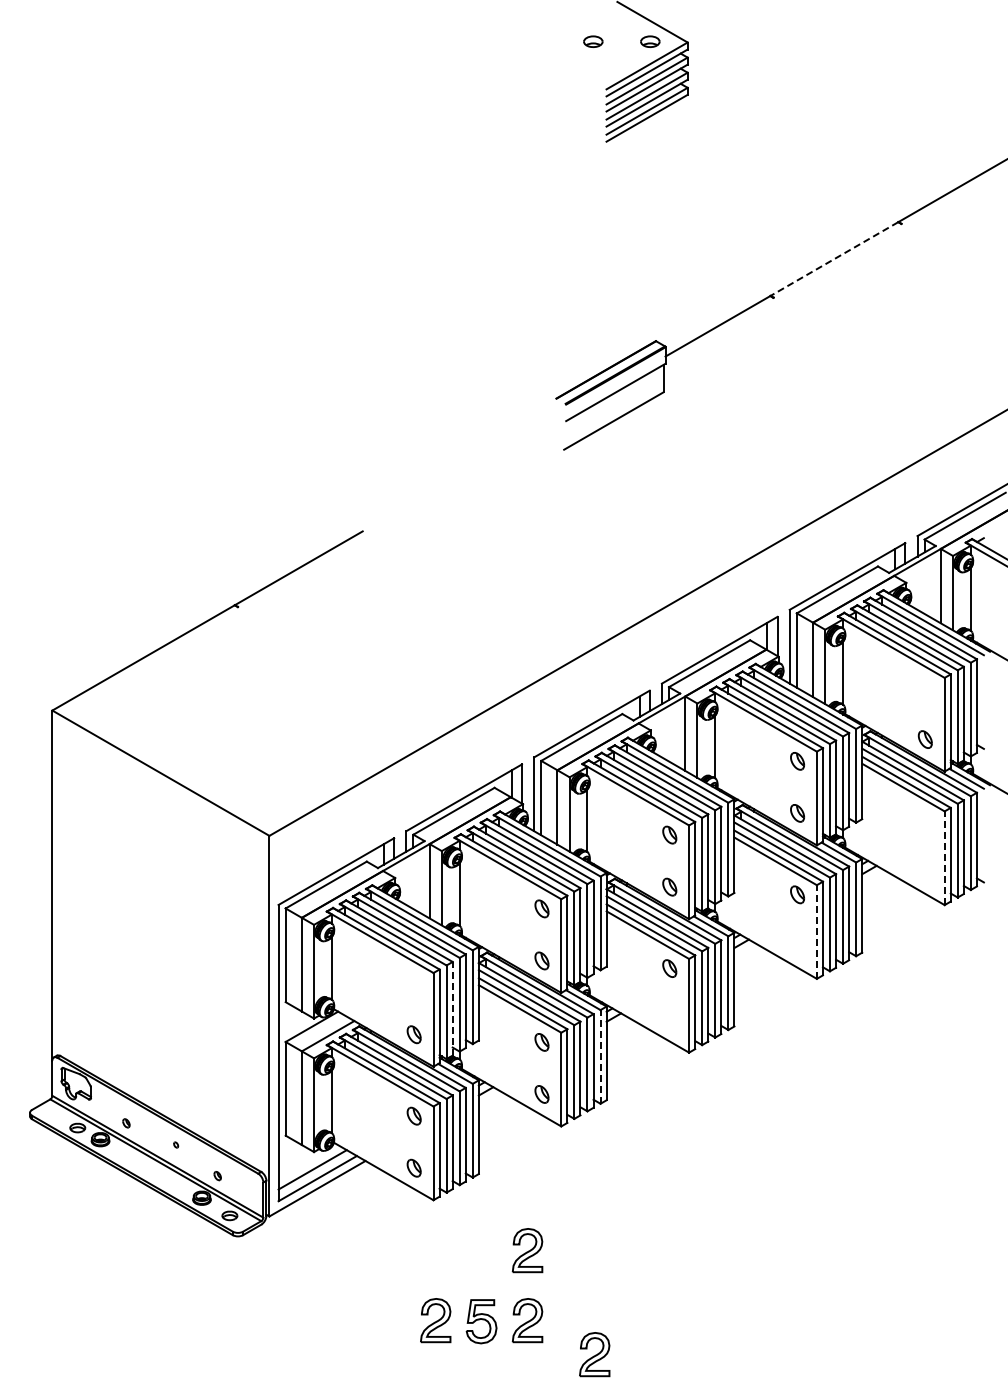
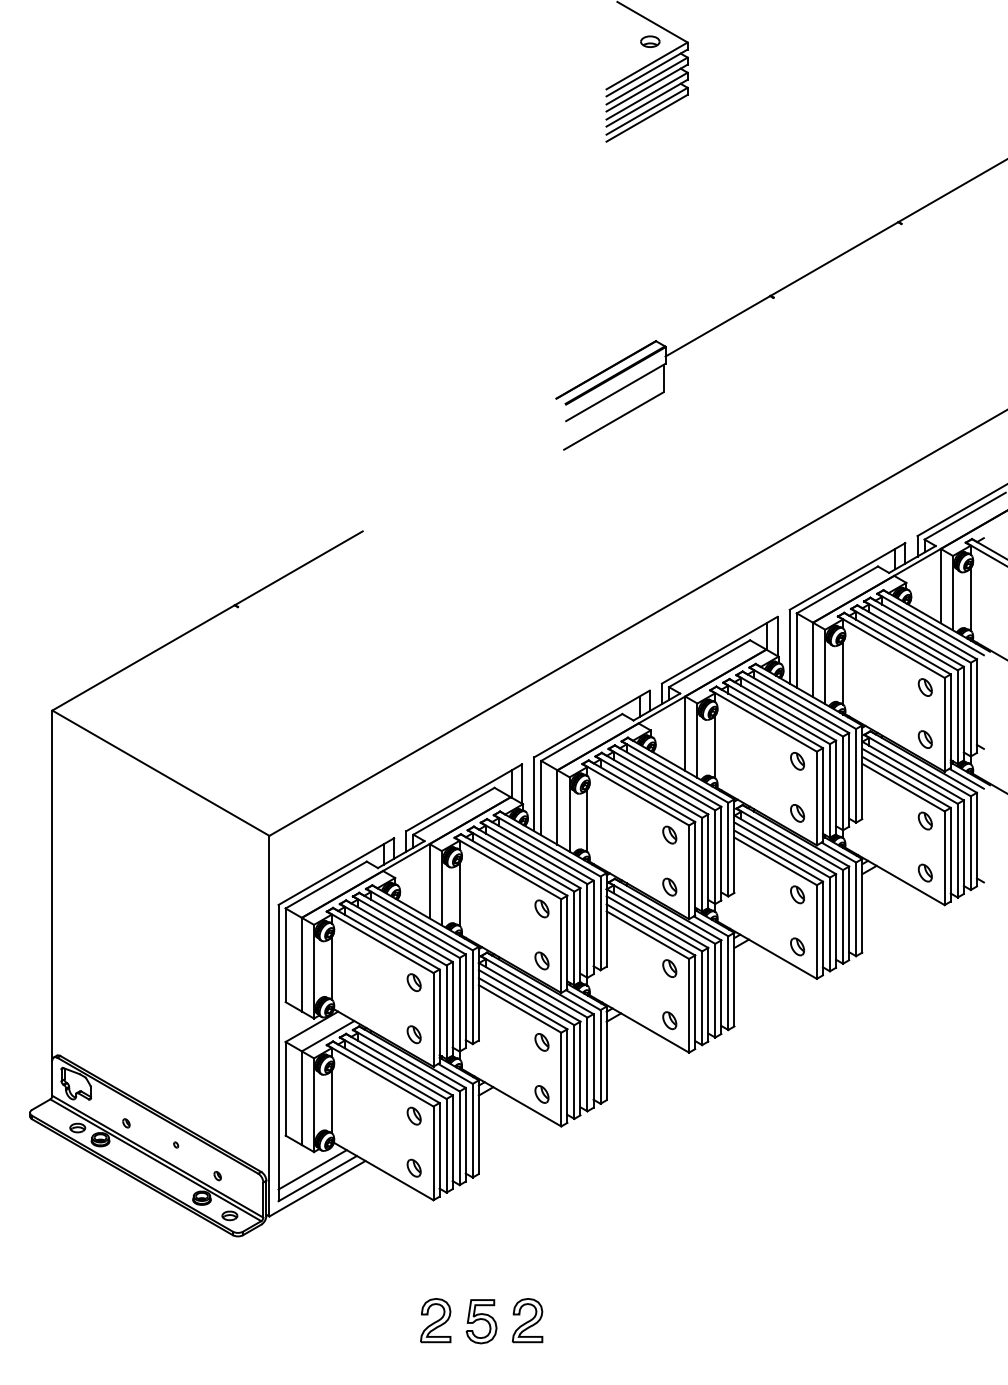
part at (593, 41): present -> none
line at (834, 259): dashed -> solid
part at (924, 687): none -> present
part at (924, 820): none -> present
line at (944, 858): dashed -> solid
part at (924, 872): none -> present
line at (816, 932): dashed -> solid
part at (797, 946): none -> present
part at (413, 982): none -> present
line at (452, 1008): dashed -> solid
part at (669, 1020): none -> present
line at (600, 1056): dashed -> solid
part at (527, 1250): present -> none
part at (594, 1354): present -> none
